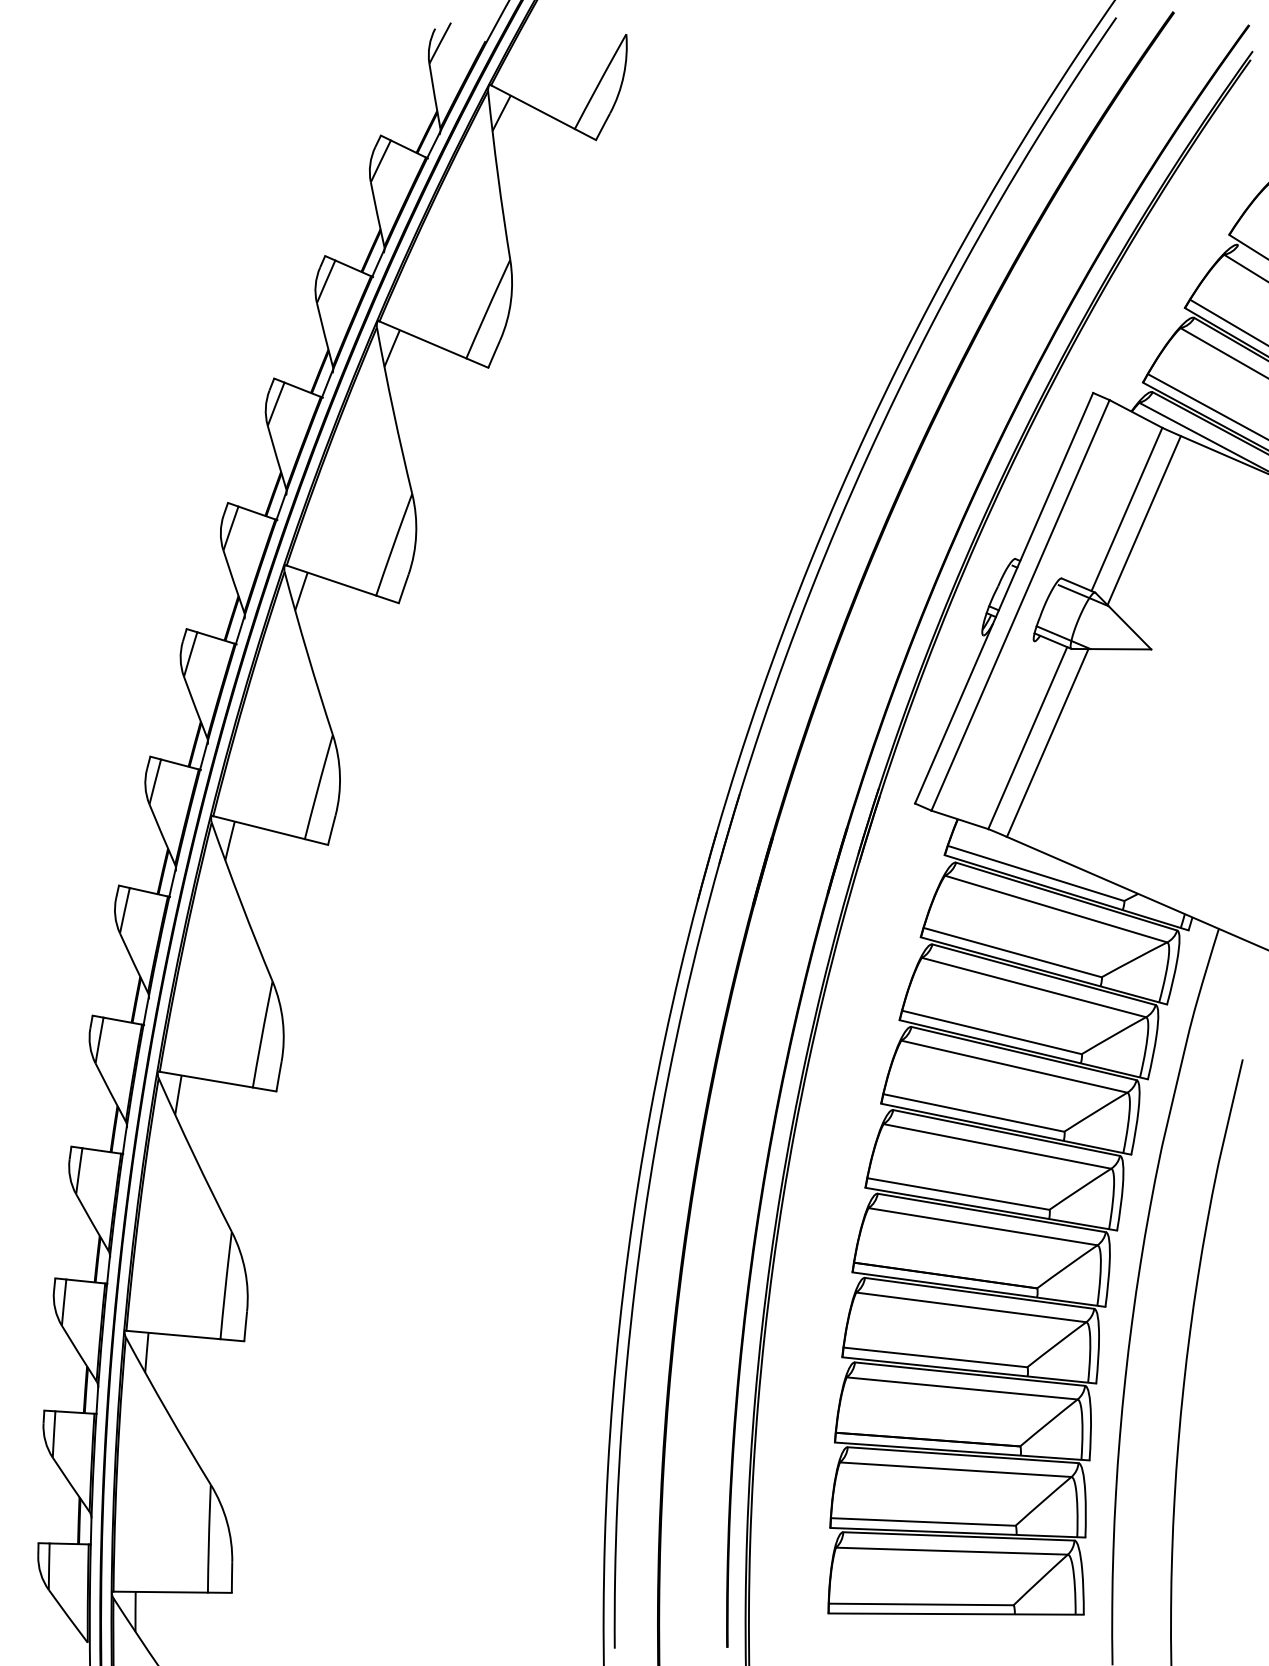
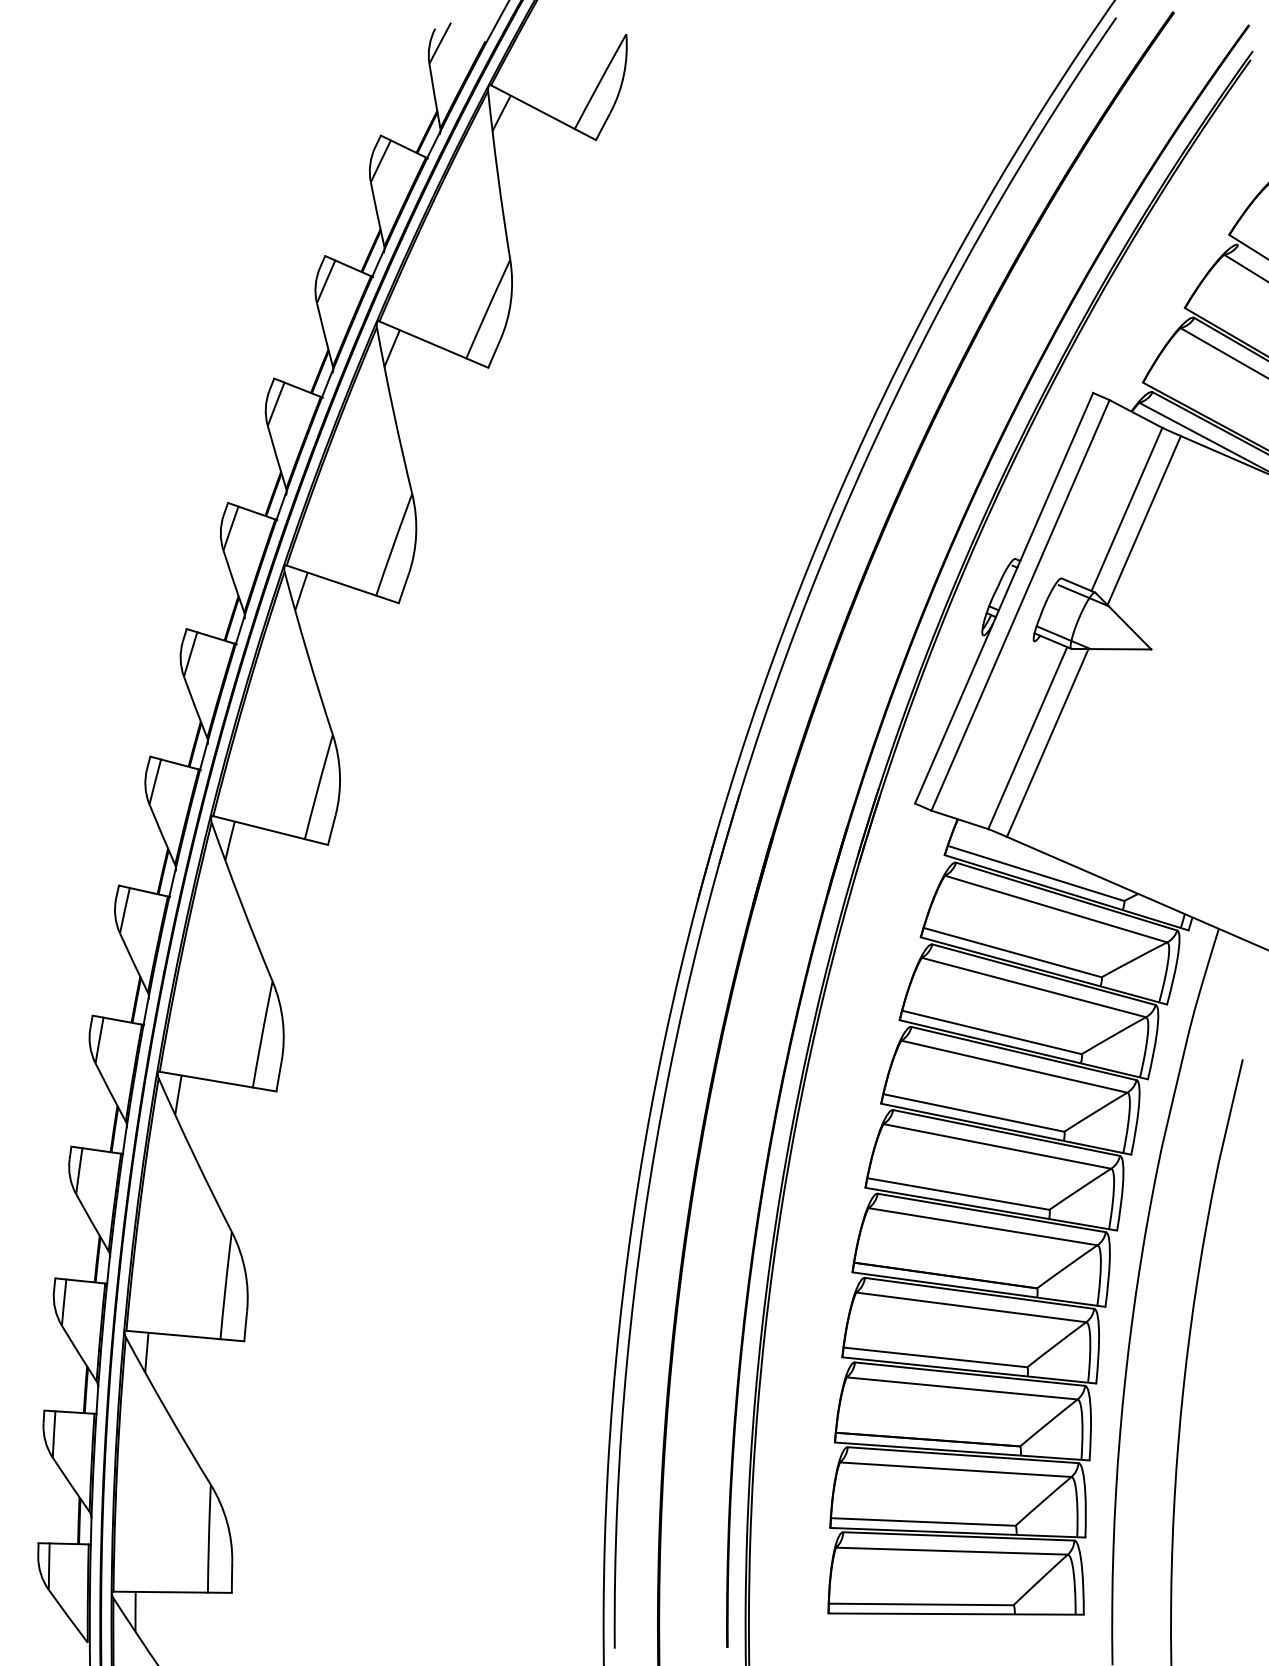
line at (1227, 321): present -> none
line at (1206, 406): present -> none
